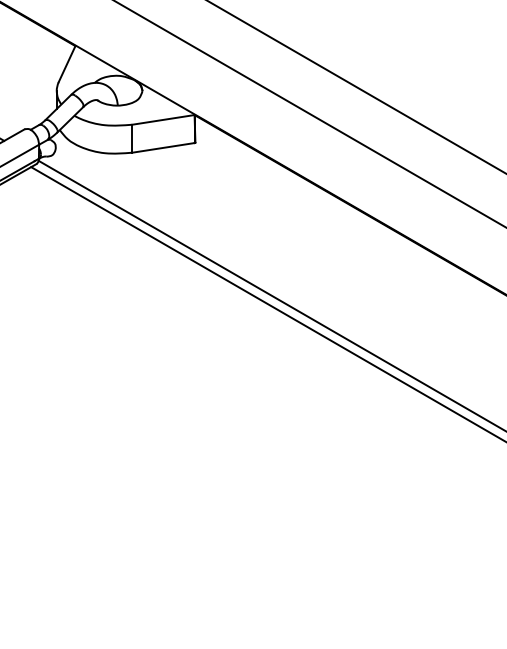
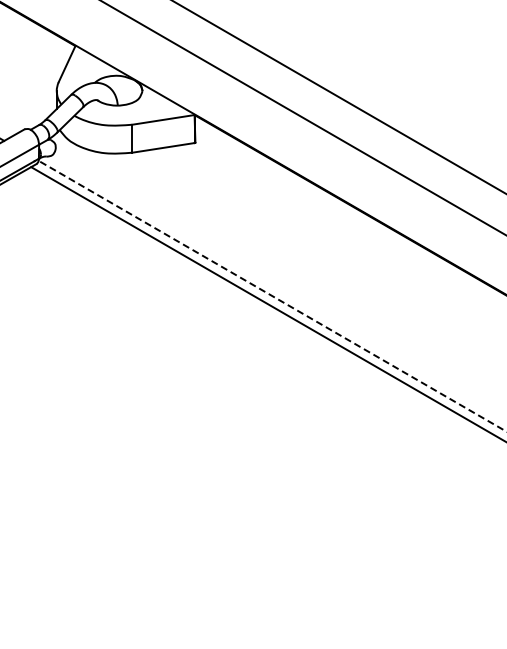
line at (356, 87) position: (356, 87) -> (339, 97)
line at (310, 114) position: (310, 114) -> (303, 118)
line at (272, 296): solid -> dashed
